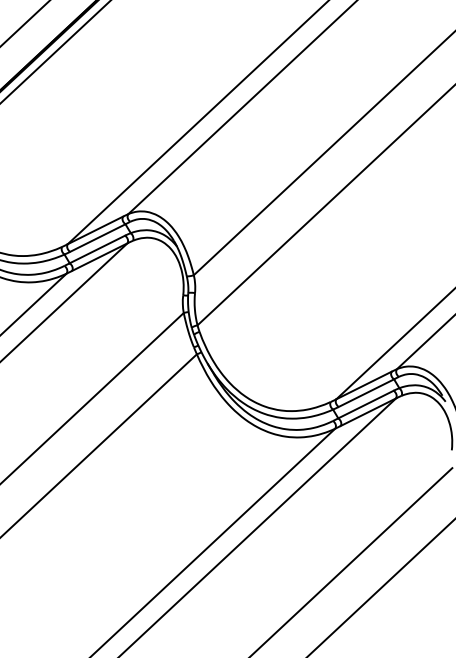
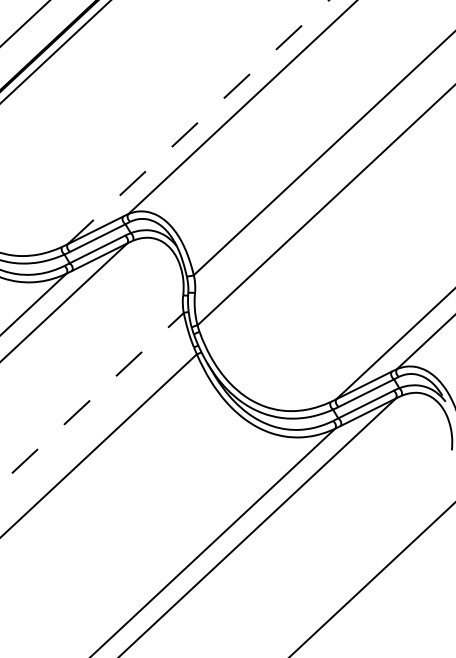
line at (198, 122): solid -> dashed
line at (92, 398): solid -> dashed
line at (352, 561): present -> none
line at (380, 587) position: (380, 587) -> (372, 579)
